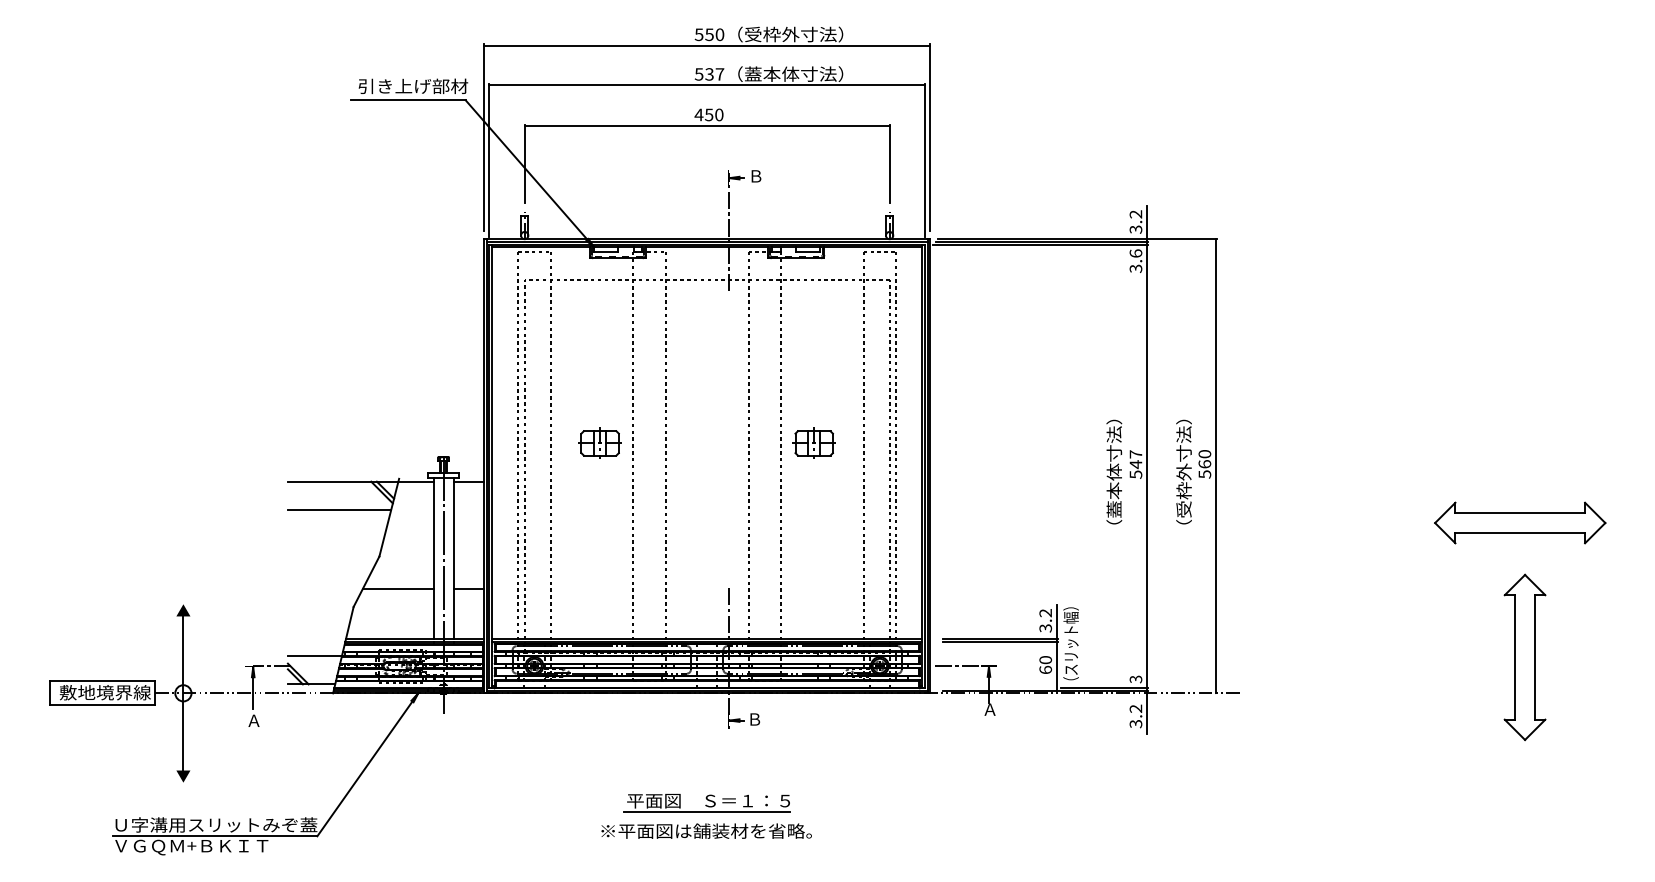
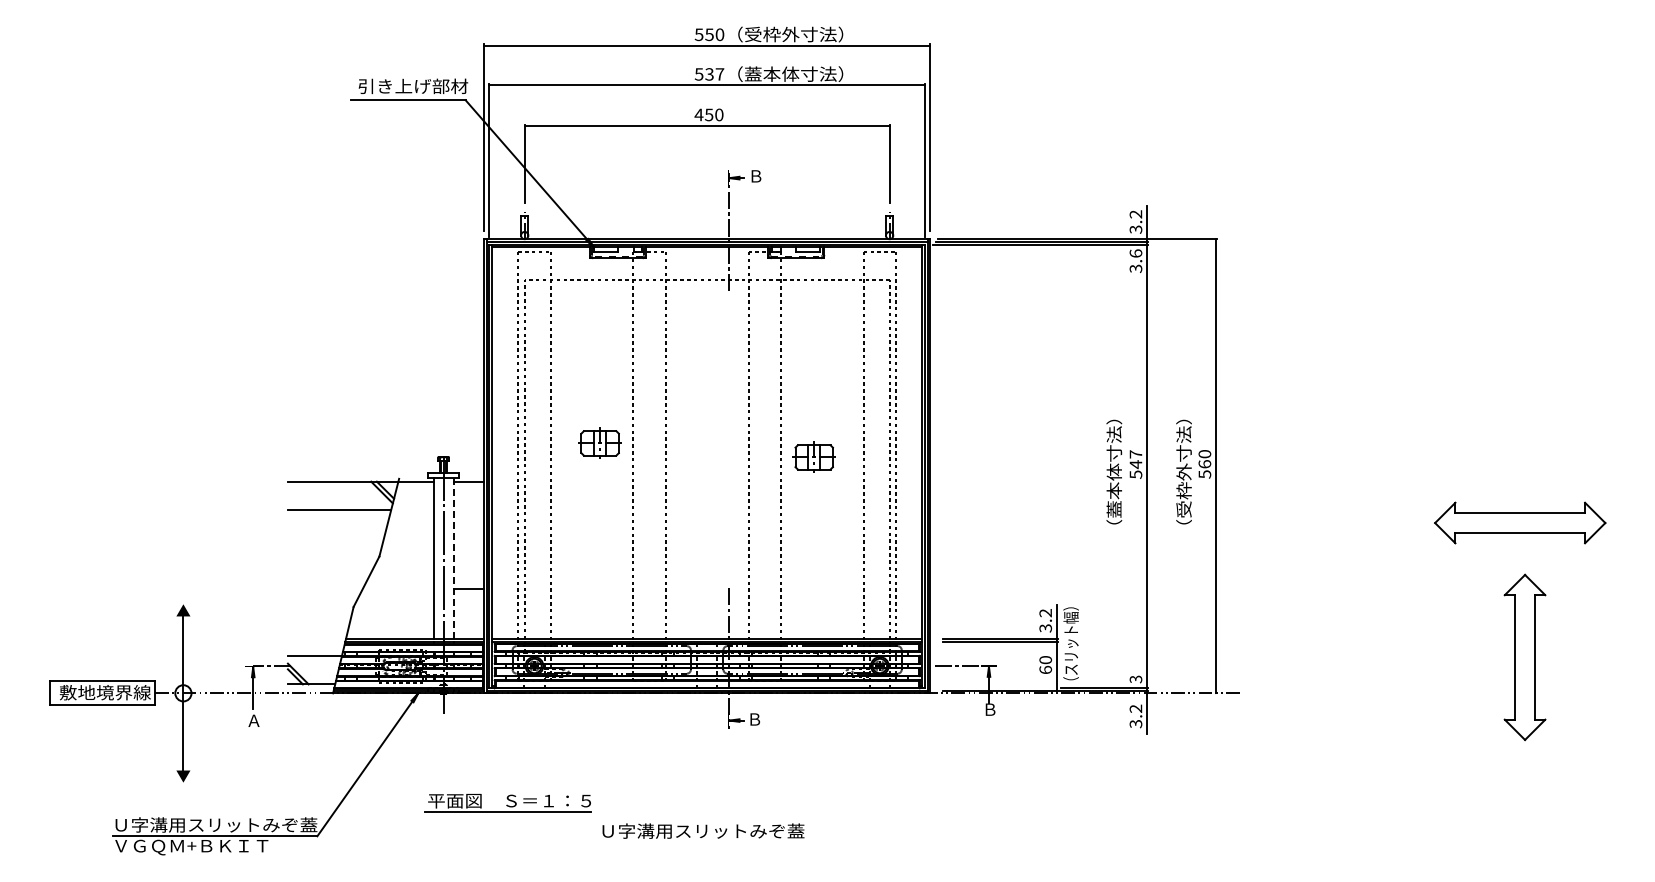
part at (813, 442) position: (813, 442) -> (813, 456)
line at (453, 558): solid -> dashed
line at (397, 589): present -> none
text at (989, 709): Ａ -> Ｂ
part at (706, 803) position: (706, 803) -> (507, 803)
text at (706, 830): ※平面図は舗装材を省略。 -> Ｕ字溝用スリットみぞ蓋
